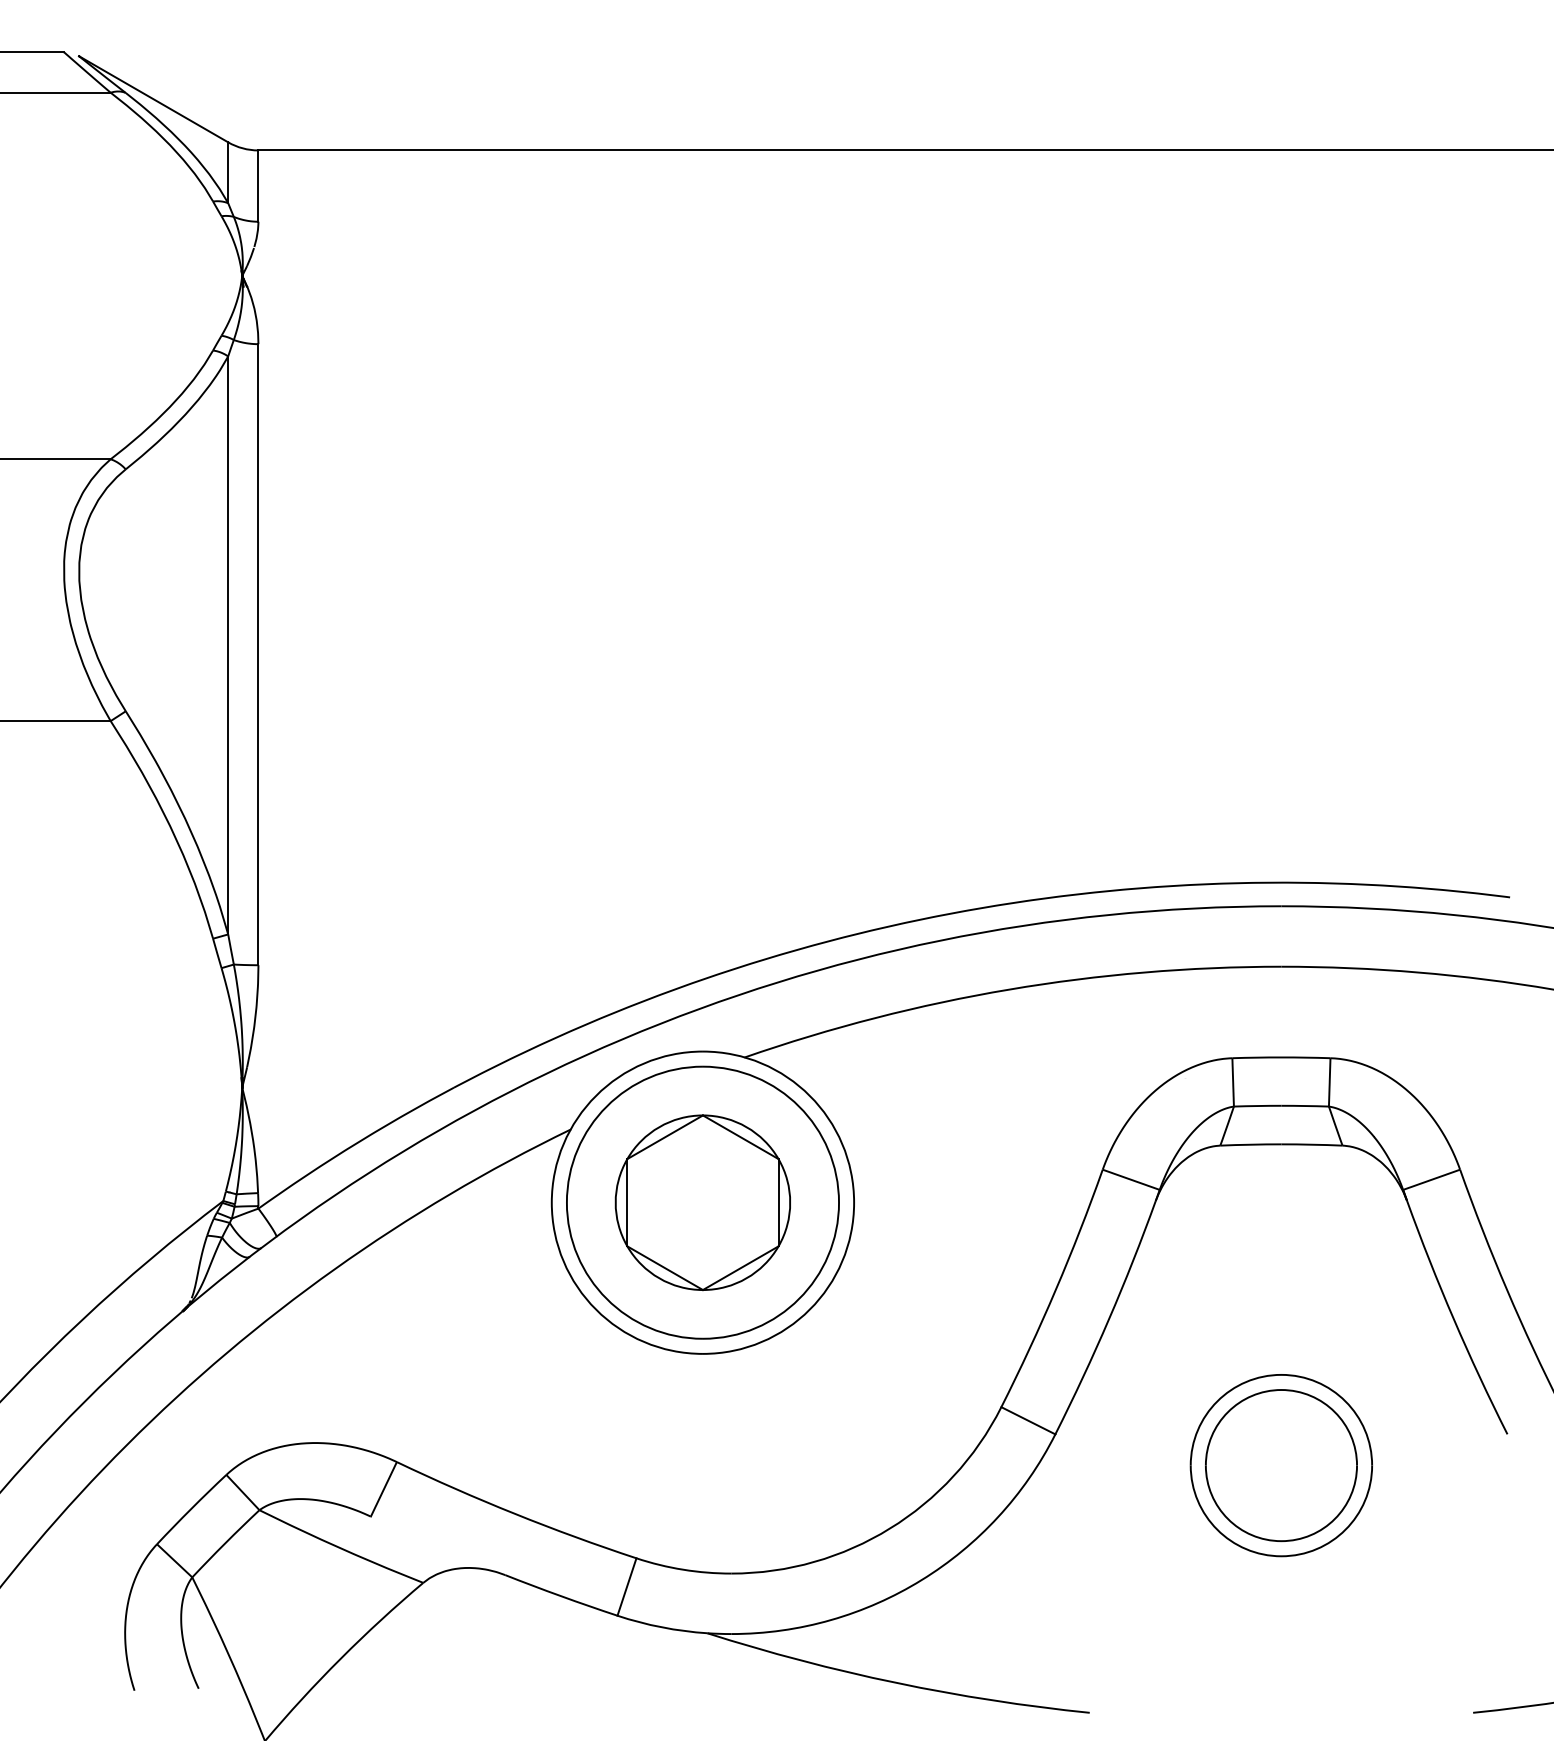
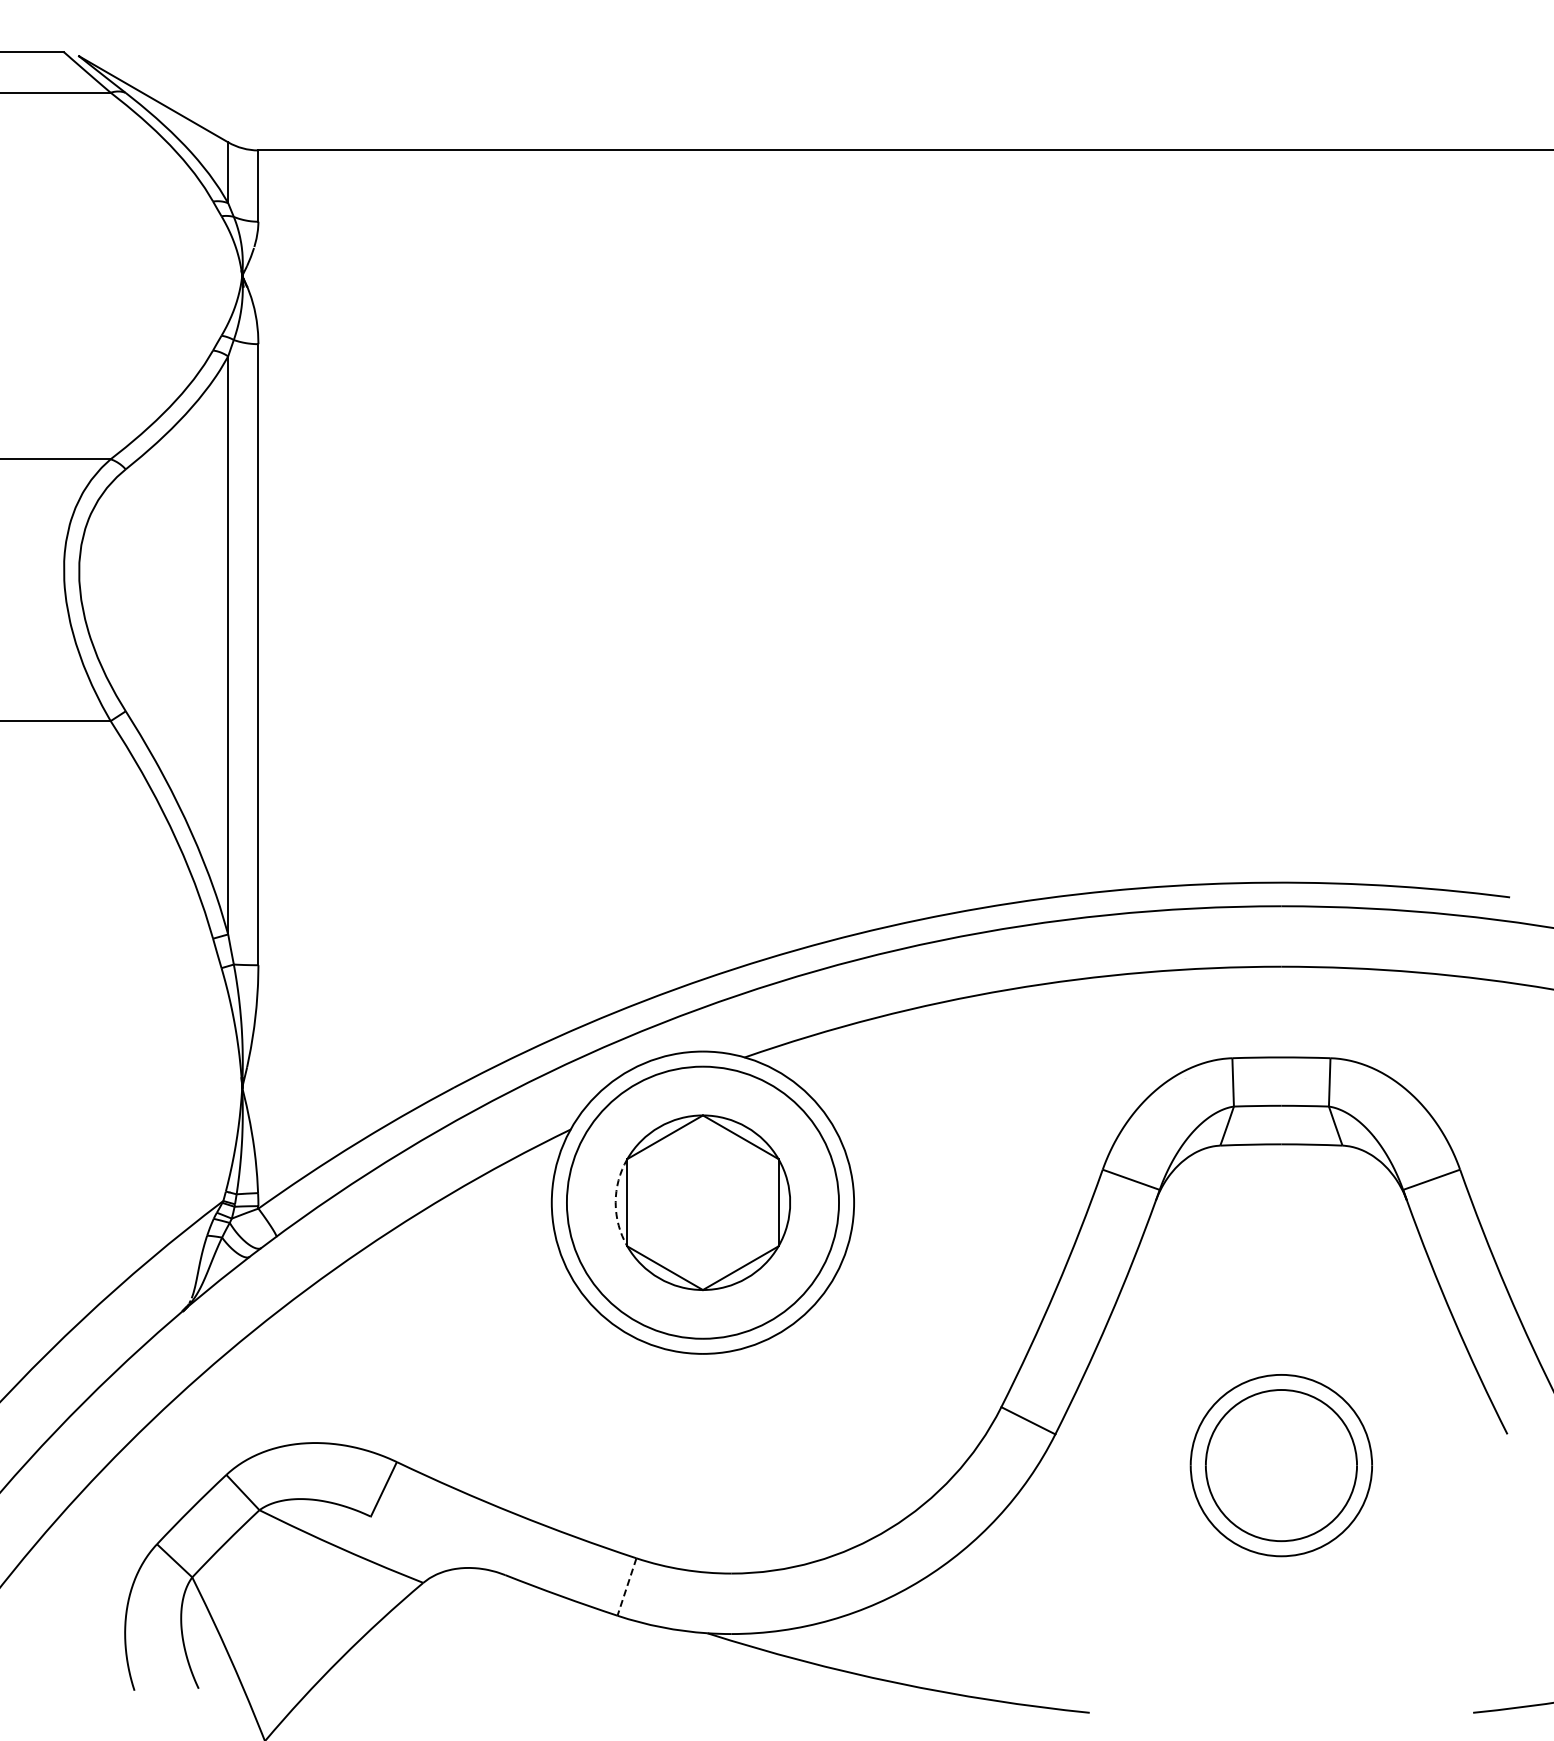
arc at (615, 1202): solid -> dashed
line at (626, 1587): solid -> dashed
